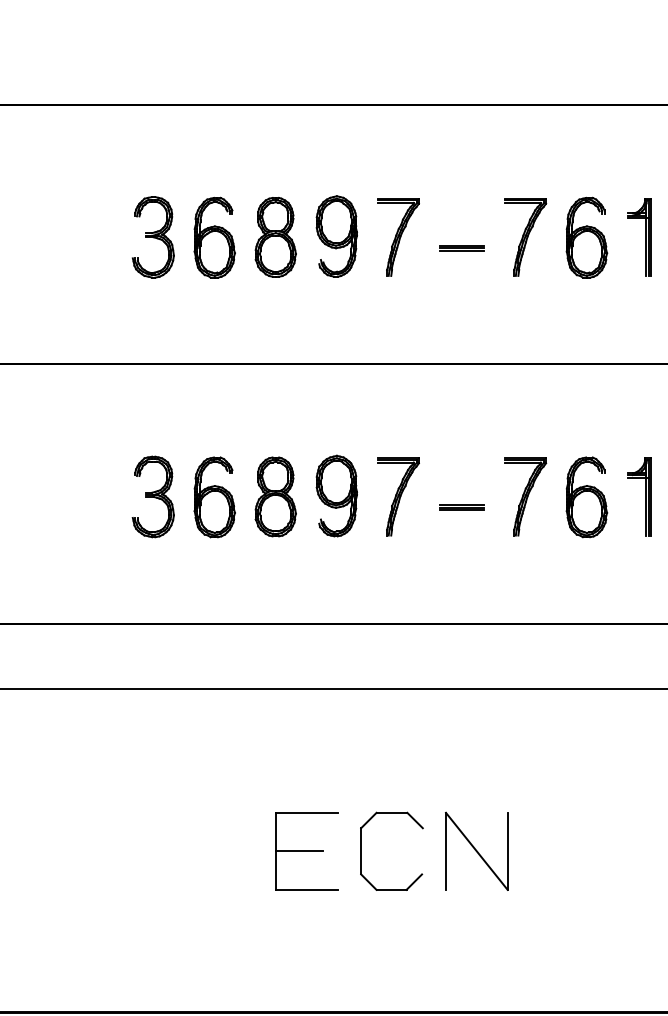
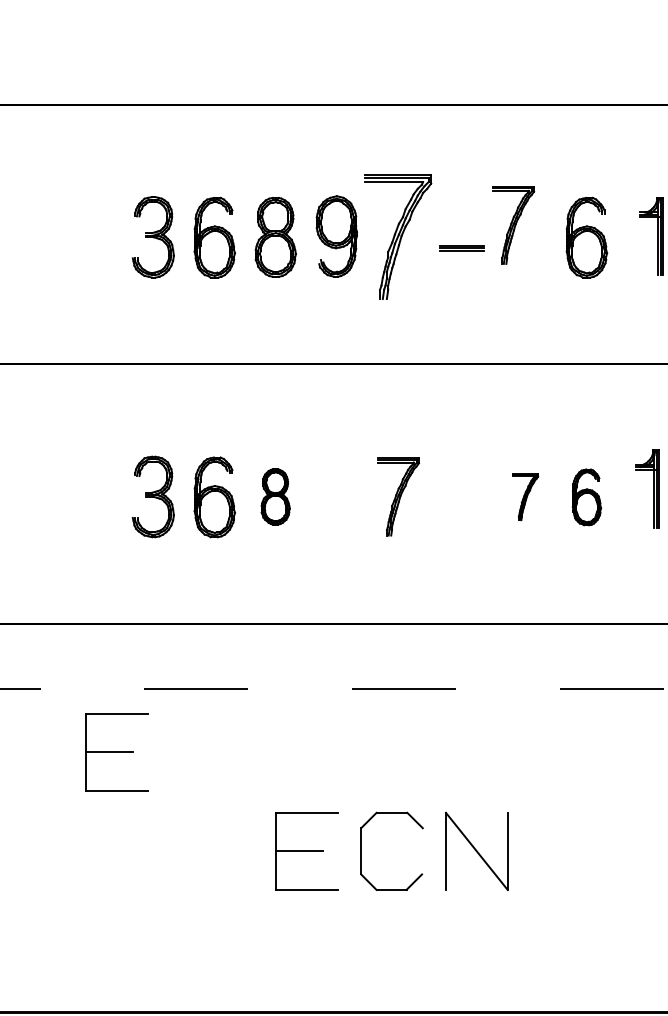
part at (398, 237) size: 43x79 px -> 69x126 px
part at (525, 237) position: (525, 237) -> (513, 225)
part at (639, 237) position: (639, 237) -> (651, 236)
part at (336, 495): present -> none
part at (275, 496) size: 43x82 px -> 31x58 px
part at (525, 496) size: 44x80 px -> 28x49 px
part at (639, 496) position: (639, 496) -> (647, 488)
part at (586, 497) size: 44x83 px -> 32x59 px
part at (461, 507): present -> none
line at (334, 688): solid -> dashed
part at (116, 752): none -> present
